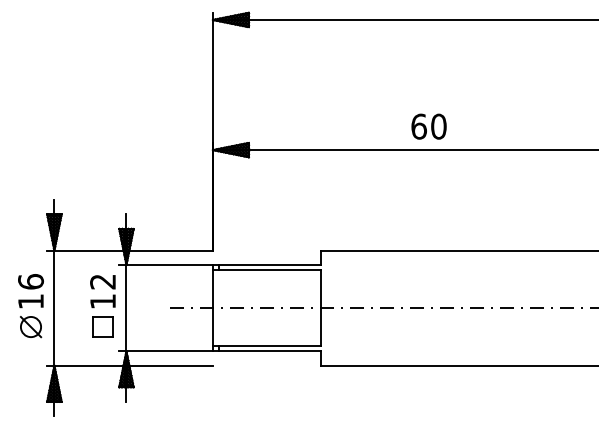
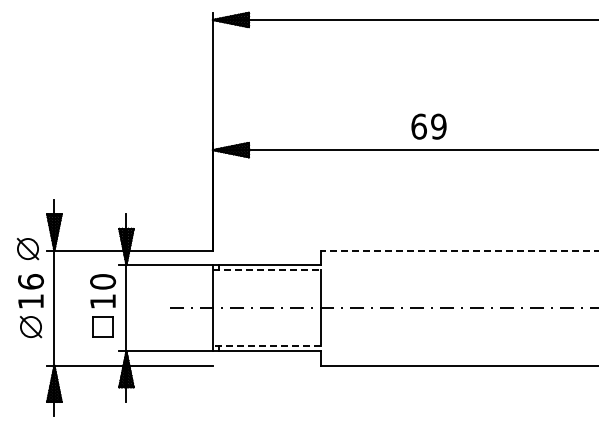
text at (438, 126): 60 -> 69
part at (28, 249): none -> present
line at (459, 250): solid -> dashed
line at (267, 270): solid -> dashed
text at (103, 281): 12 -> 10
line at (266, 346): solid -> dashed
